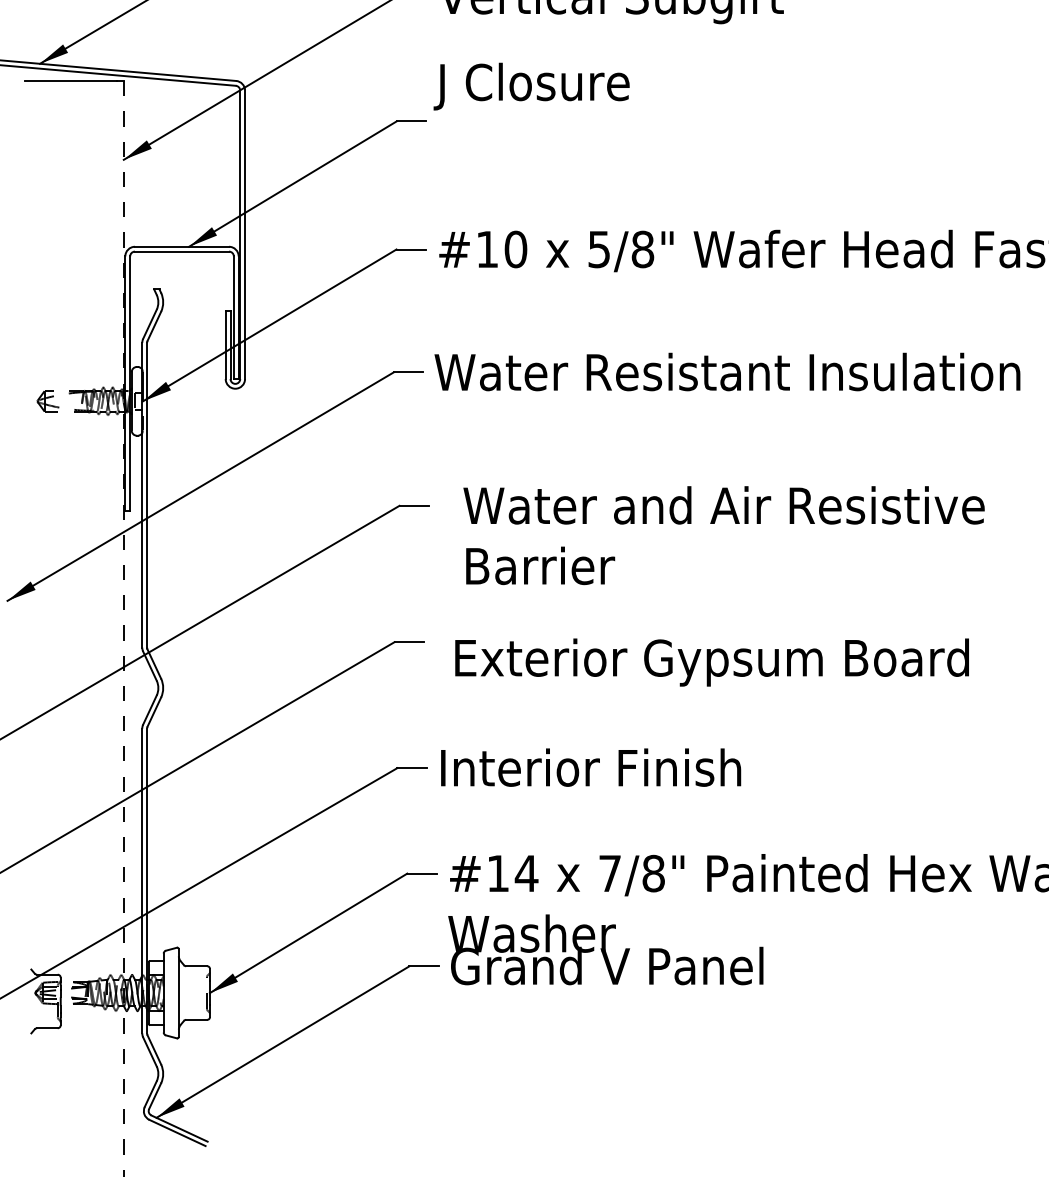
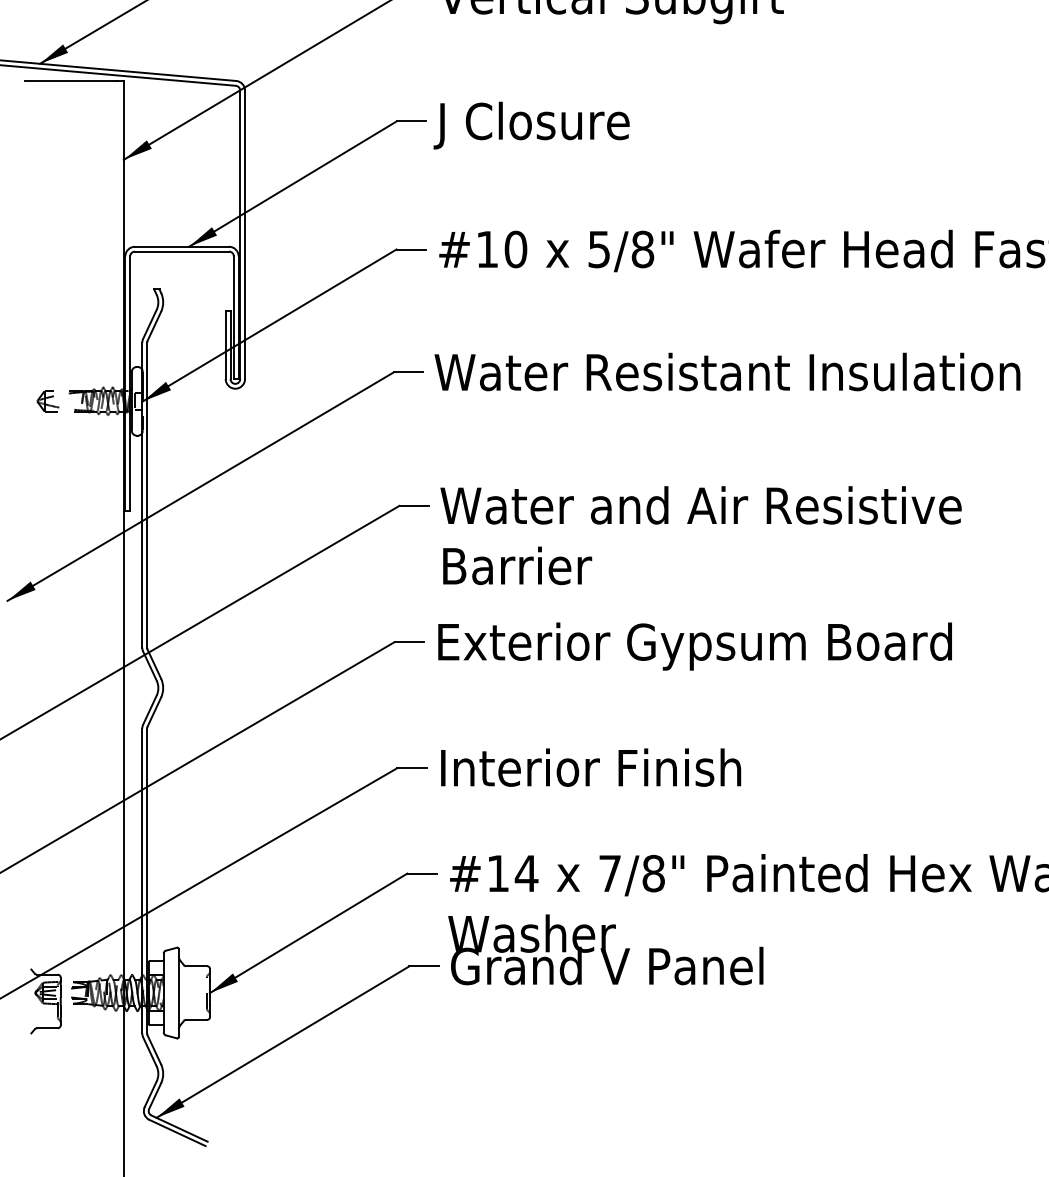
text at (531, 86) position: (531, 86) -> (531, 125)
text at (723, 535) position: (723, 535) -> (700, 535)
line at (123, 629): dashed -> solid
text at (711, 662) position: (711, 662) -> (694, 646)
